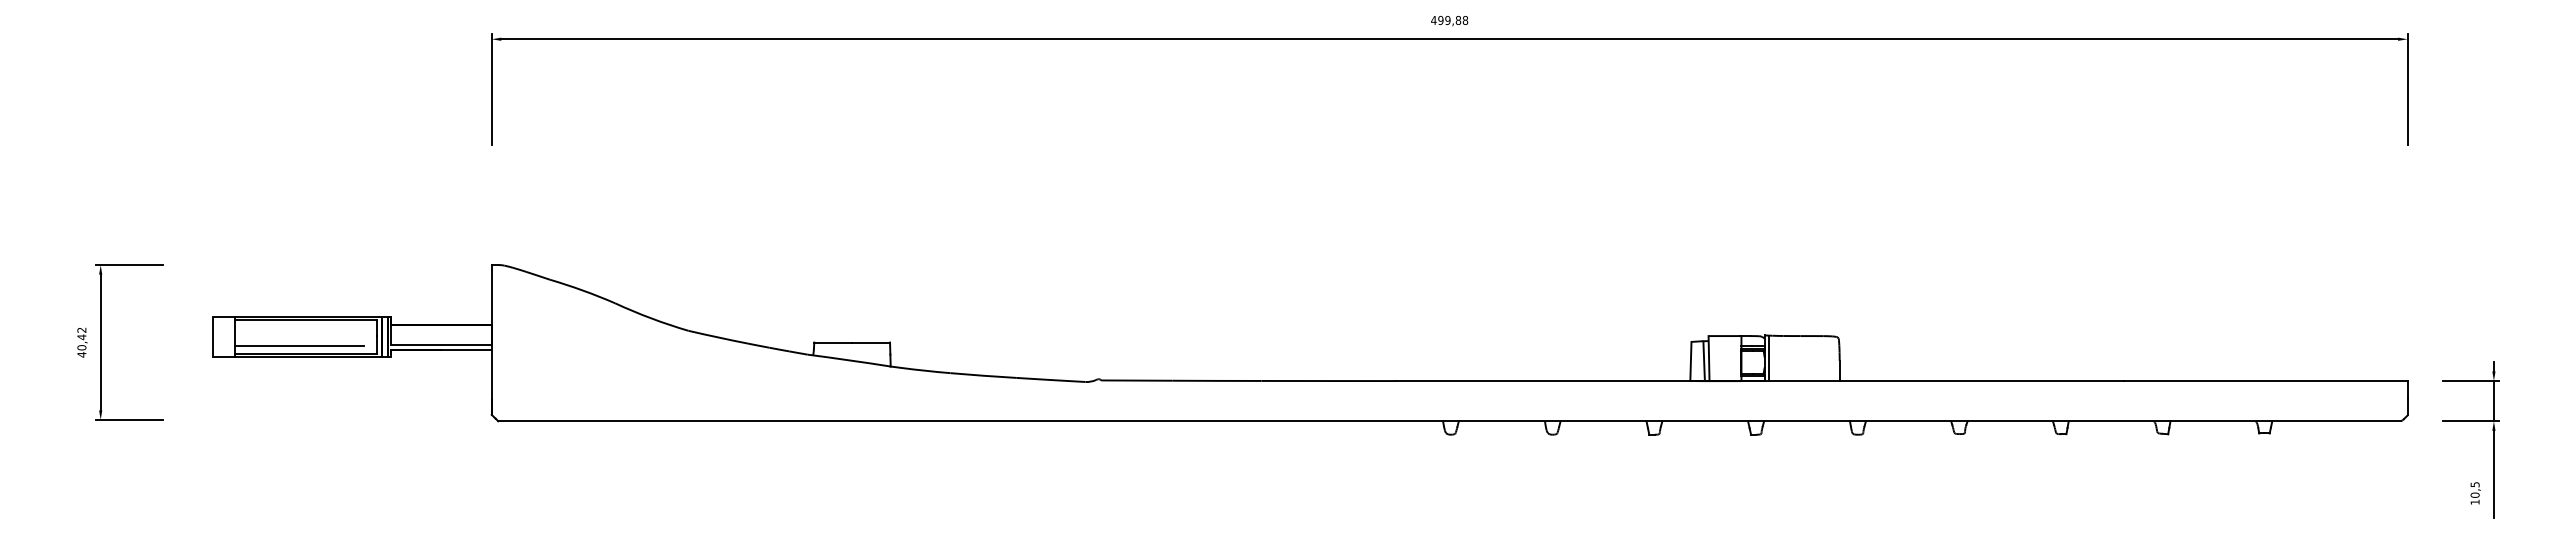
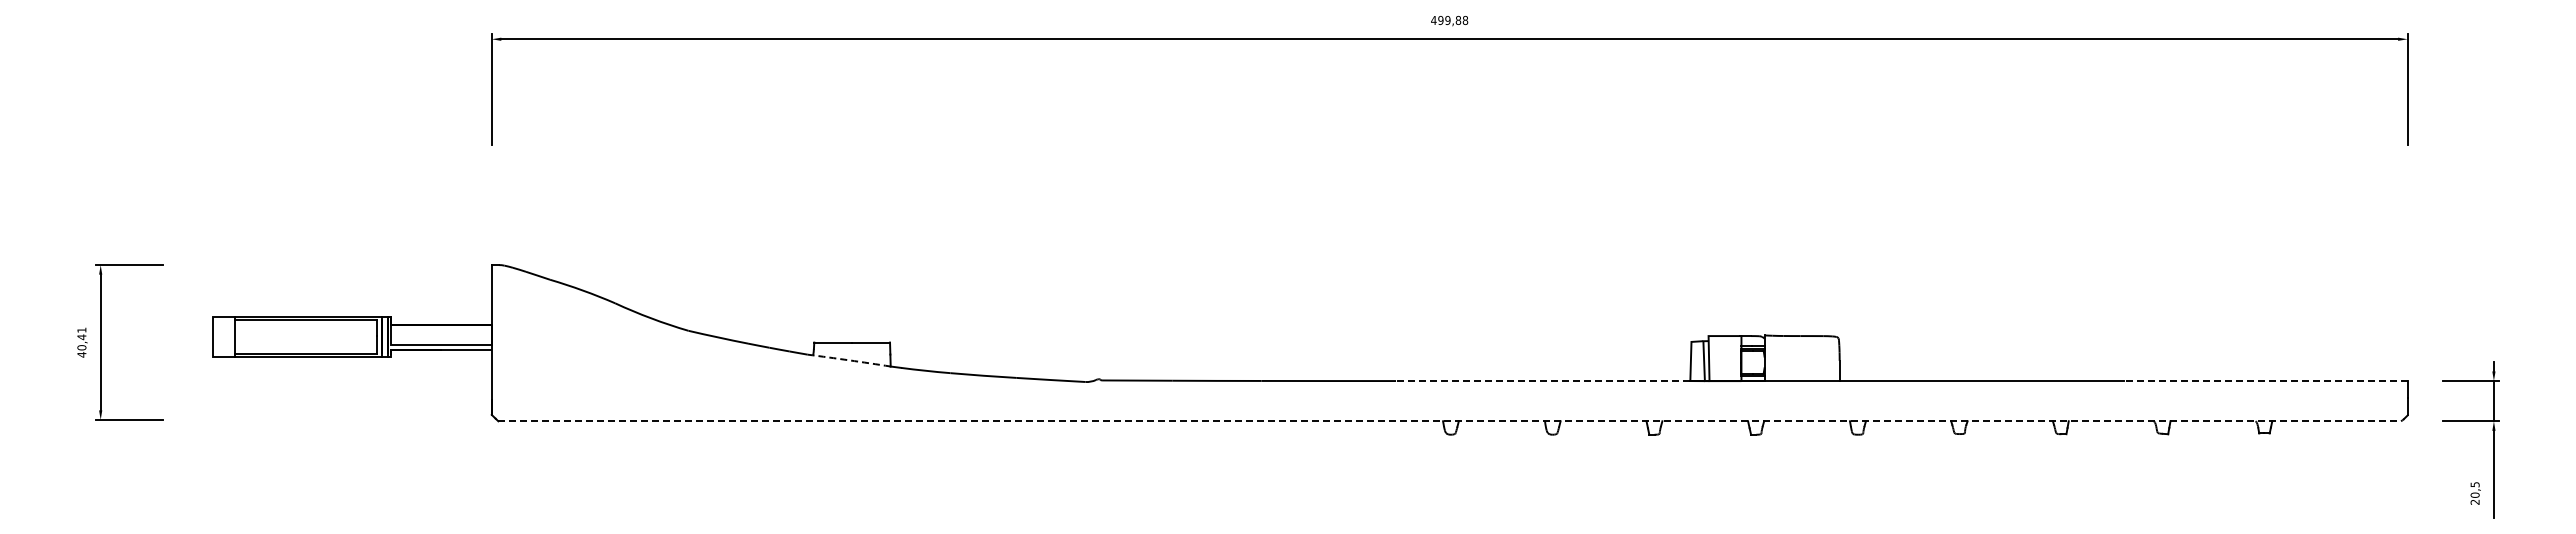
text at (81, 330): 40,42 -> 40,41
line at (298, 346): present -> none
line at (1768, 357): present -> none
arc at (849, 360): solid -> dashed
line at (1542, 381): solid -> dashed
line at (2265, 381): solid -> dashed
line at (1450, 421): solid -> dashed
text at (2474, 502): 10,5 -> 20,5
